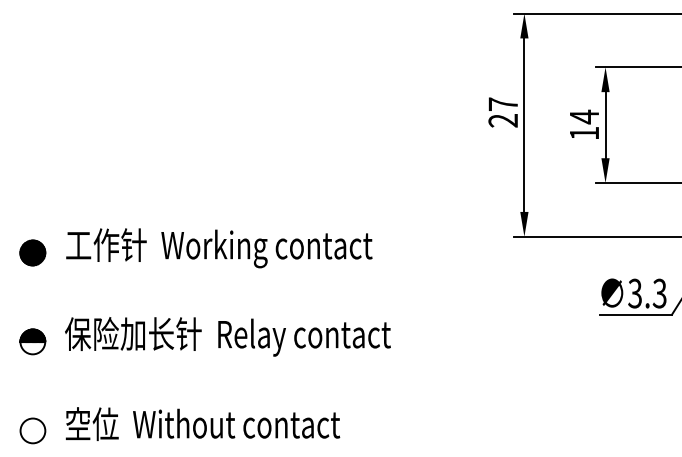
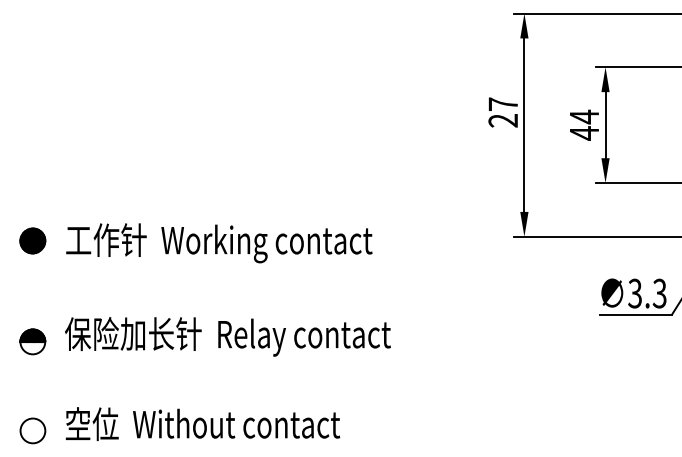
text at (584, 133): 14 -> 44
text at (219, 248) position: (219, 248) -> (219, 243)
part at (32, 252) position: (32, 252) -> (32, 240)
